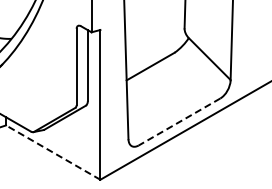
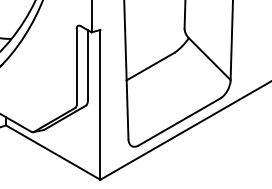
line at (179, 122): dashed -> solid
line at (52, 152): dashed -> solid
